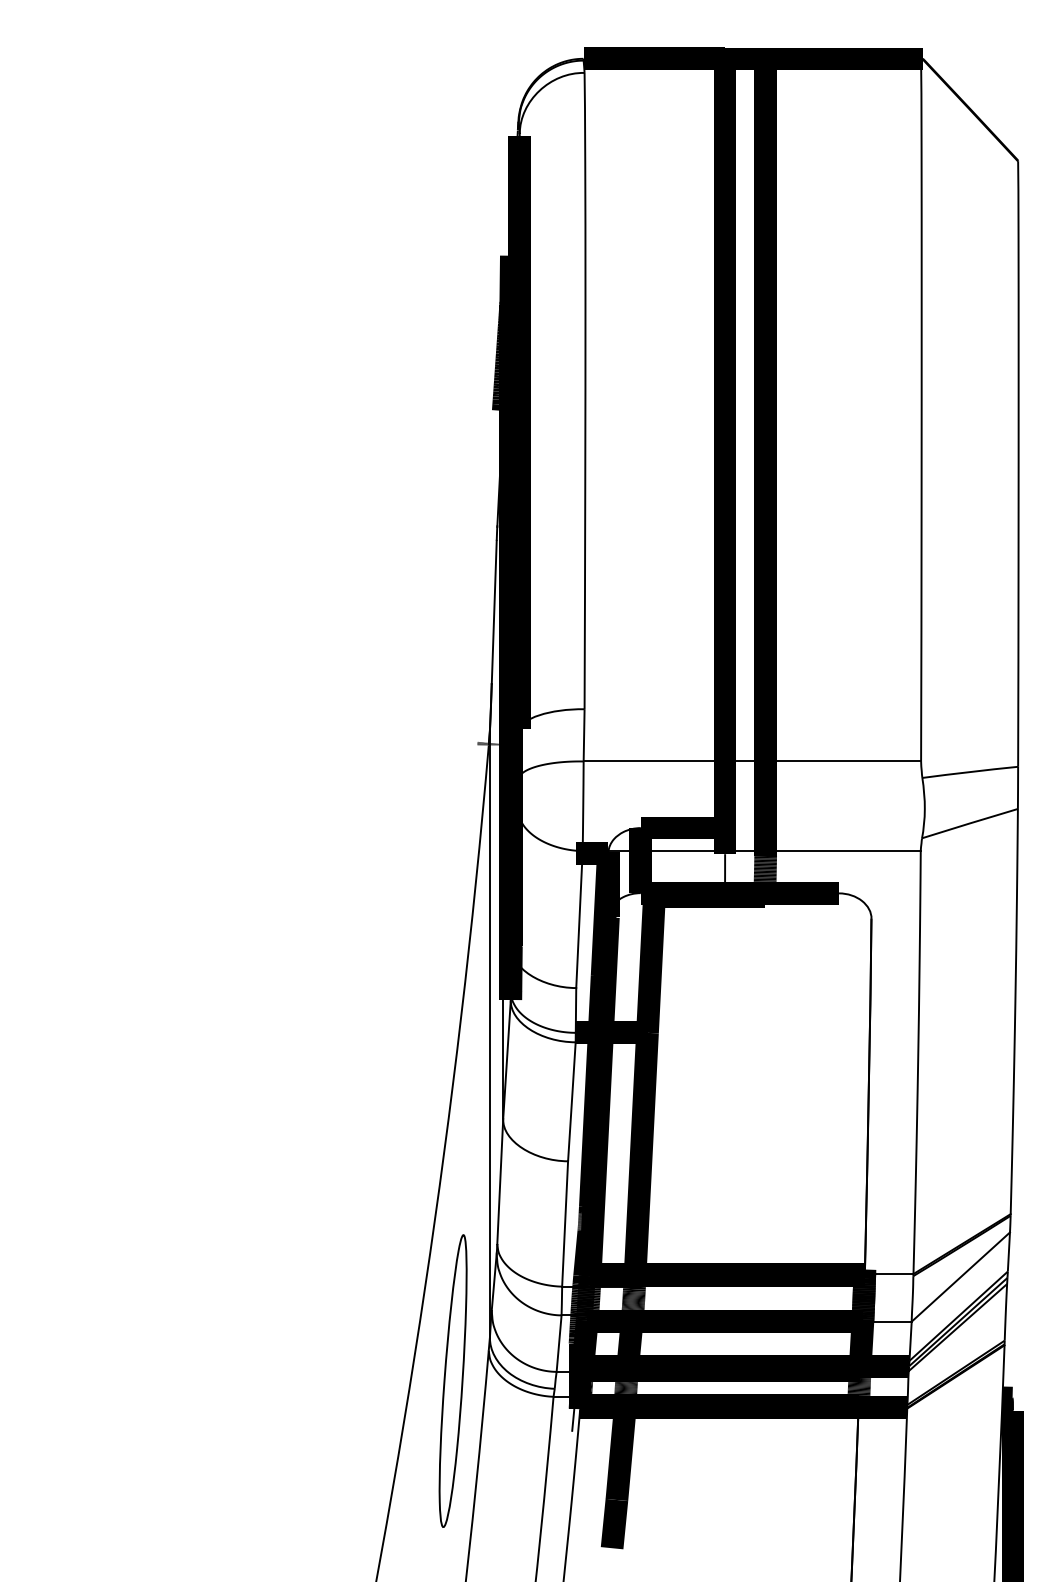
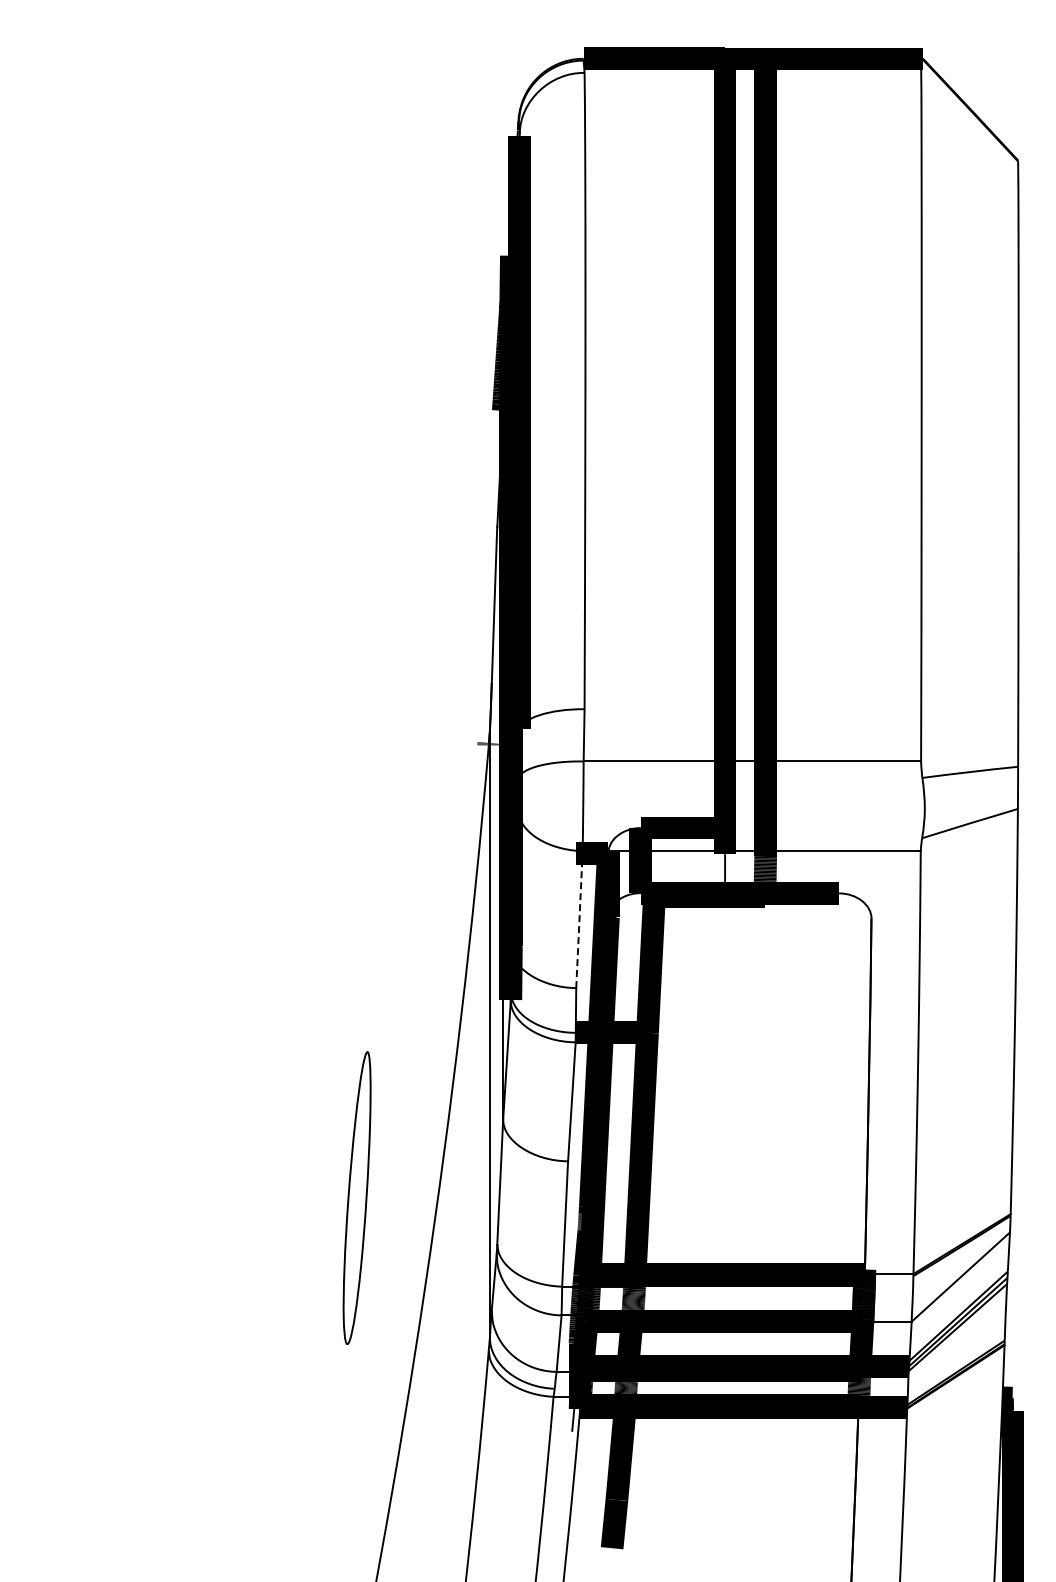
line at (579, 919): solid -> dashed
part at (452, 1380) position: (452, 1380) -> (356, 1197)
